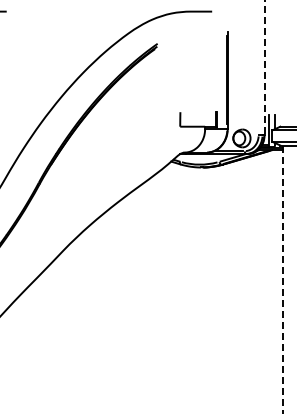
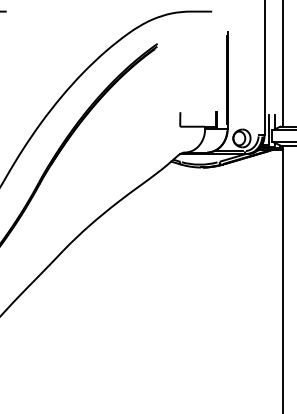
line at (283, 64): none -> present
line at (264, 68): dashed -> solid
line at (283, 279): dashed -> solid
